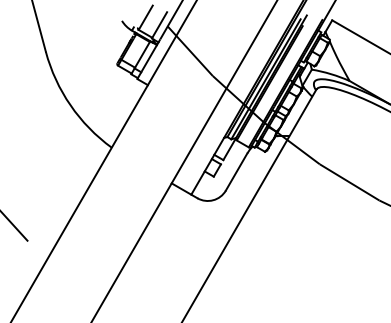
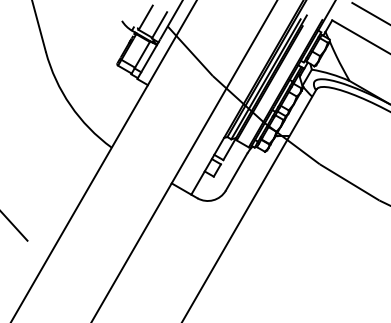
line at (369, 12): none -> present
